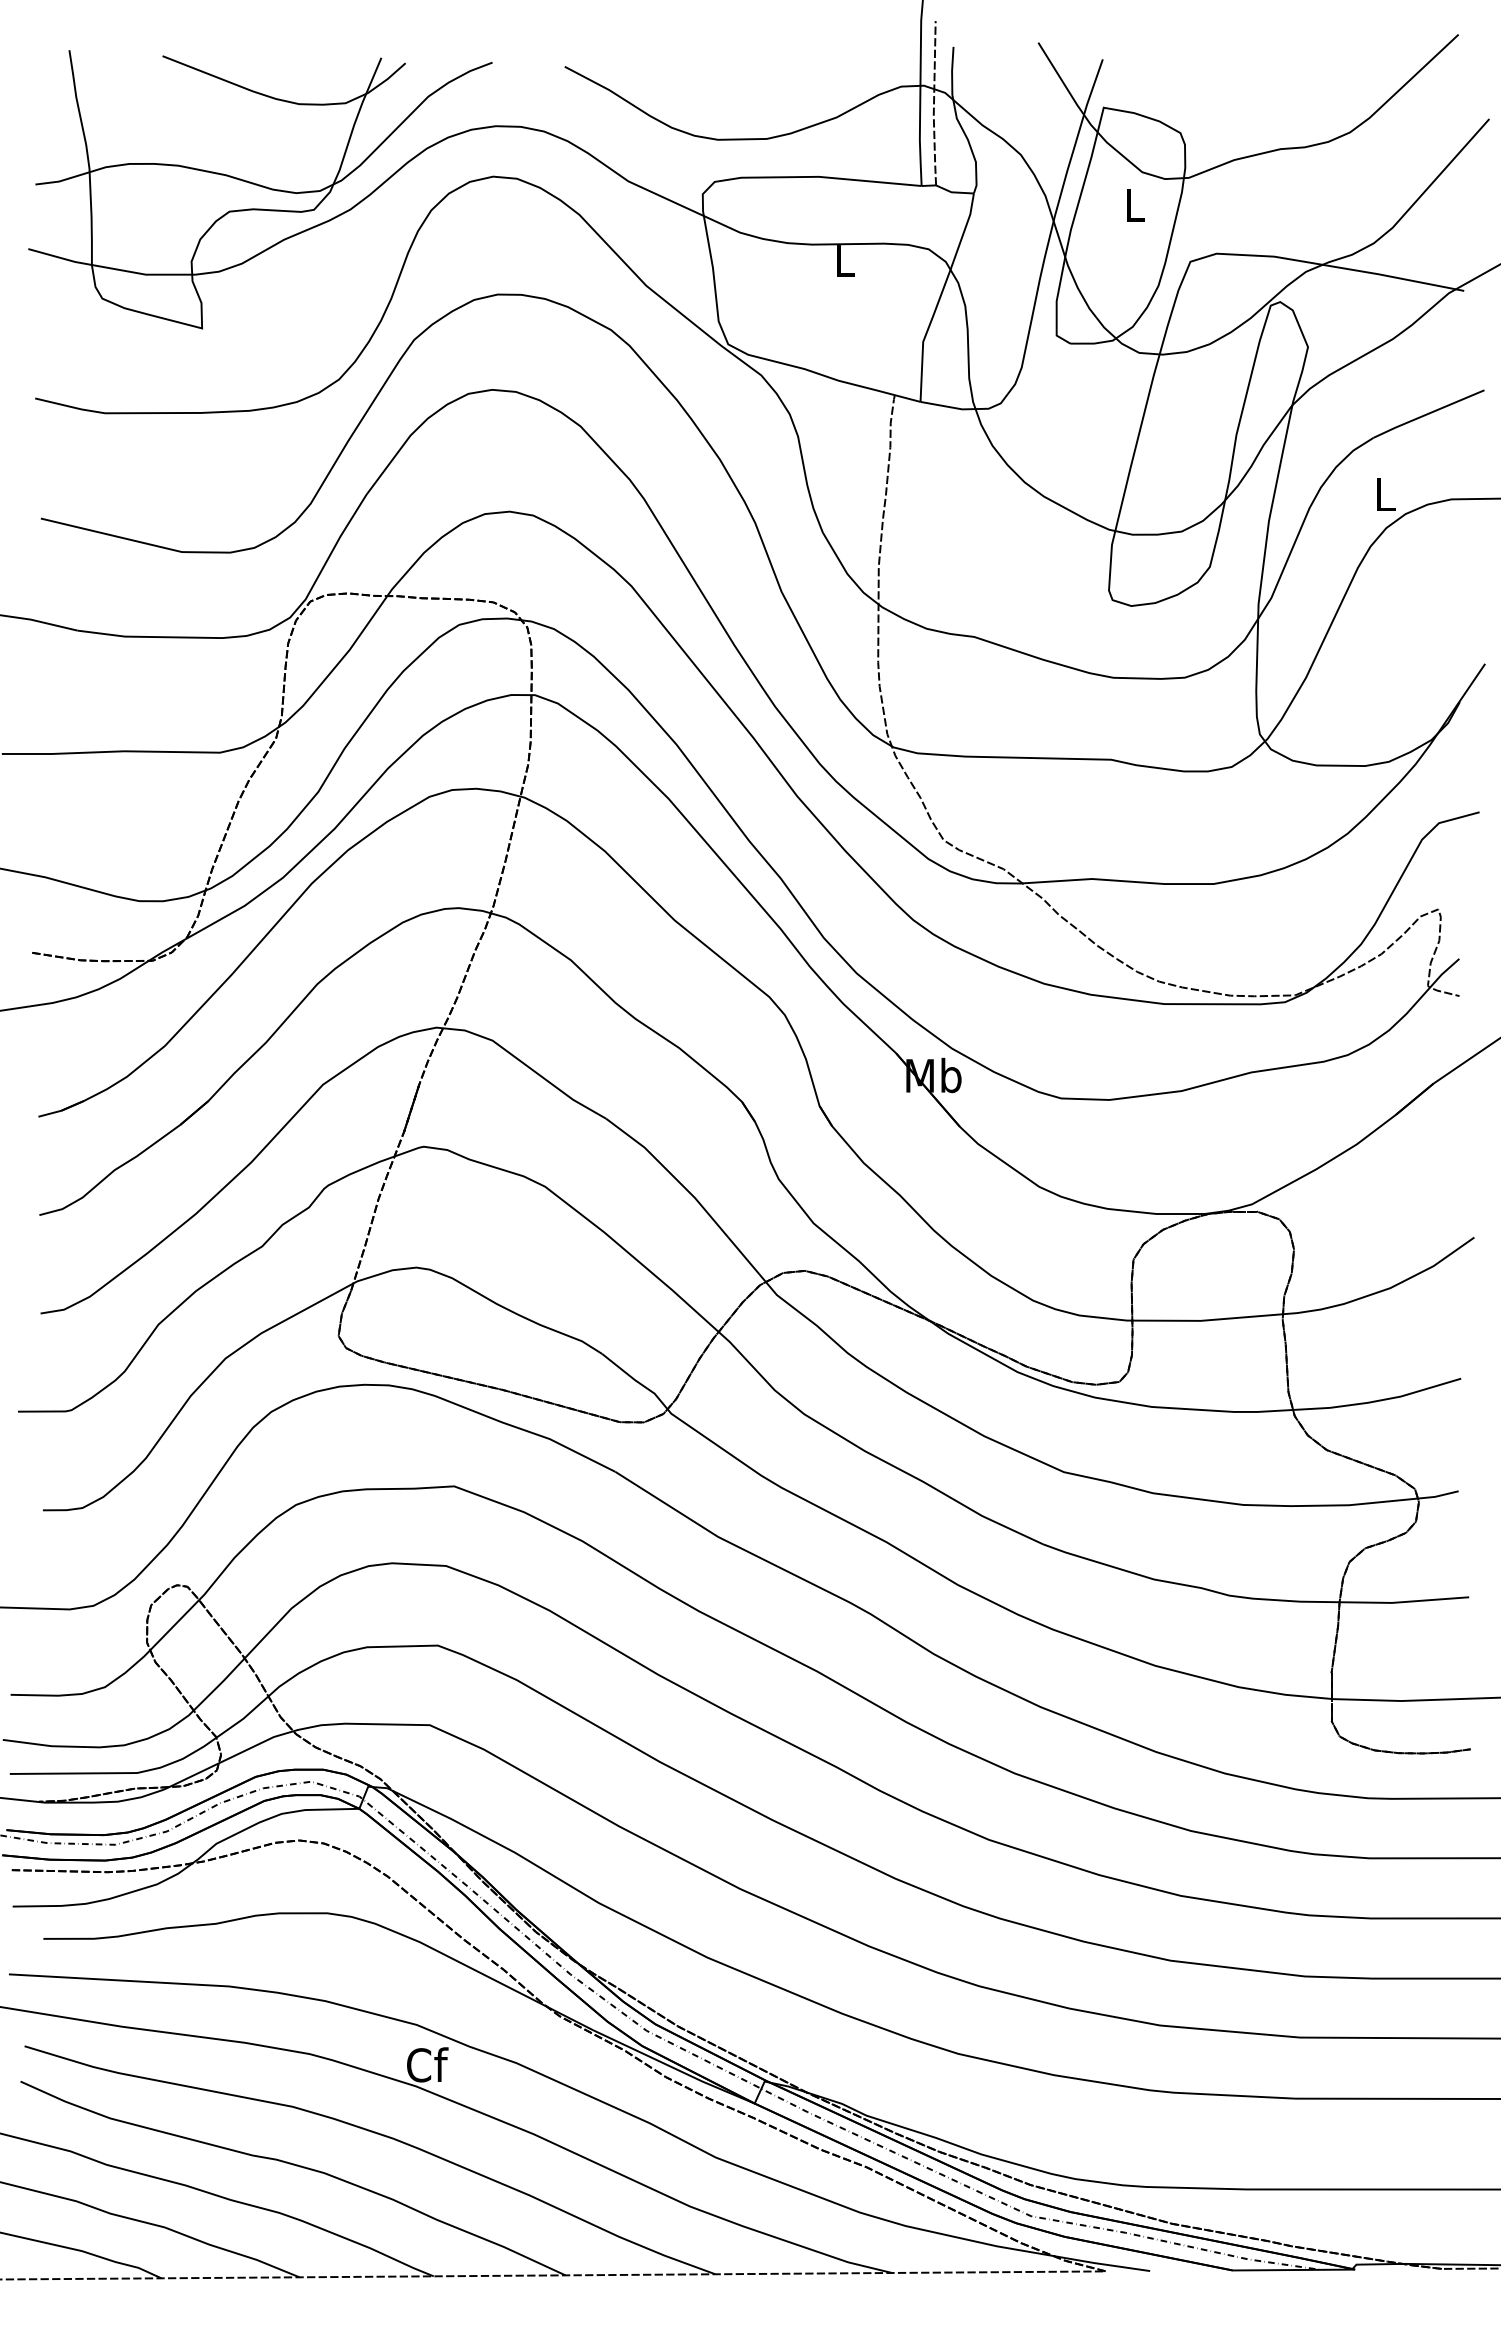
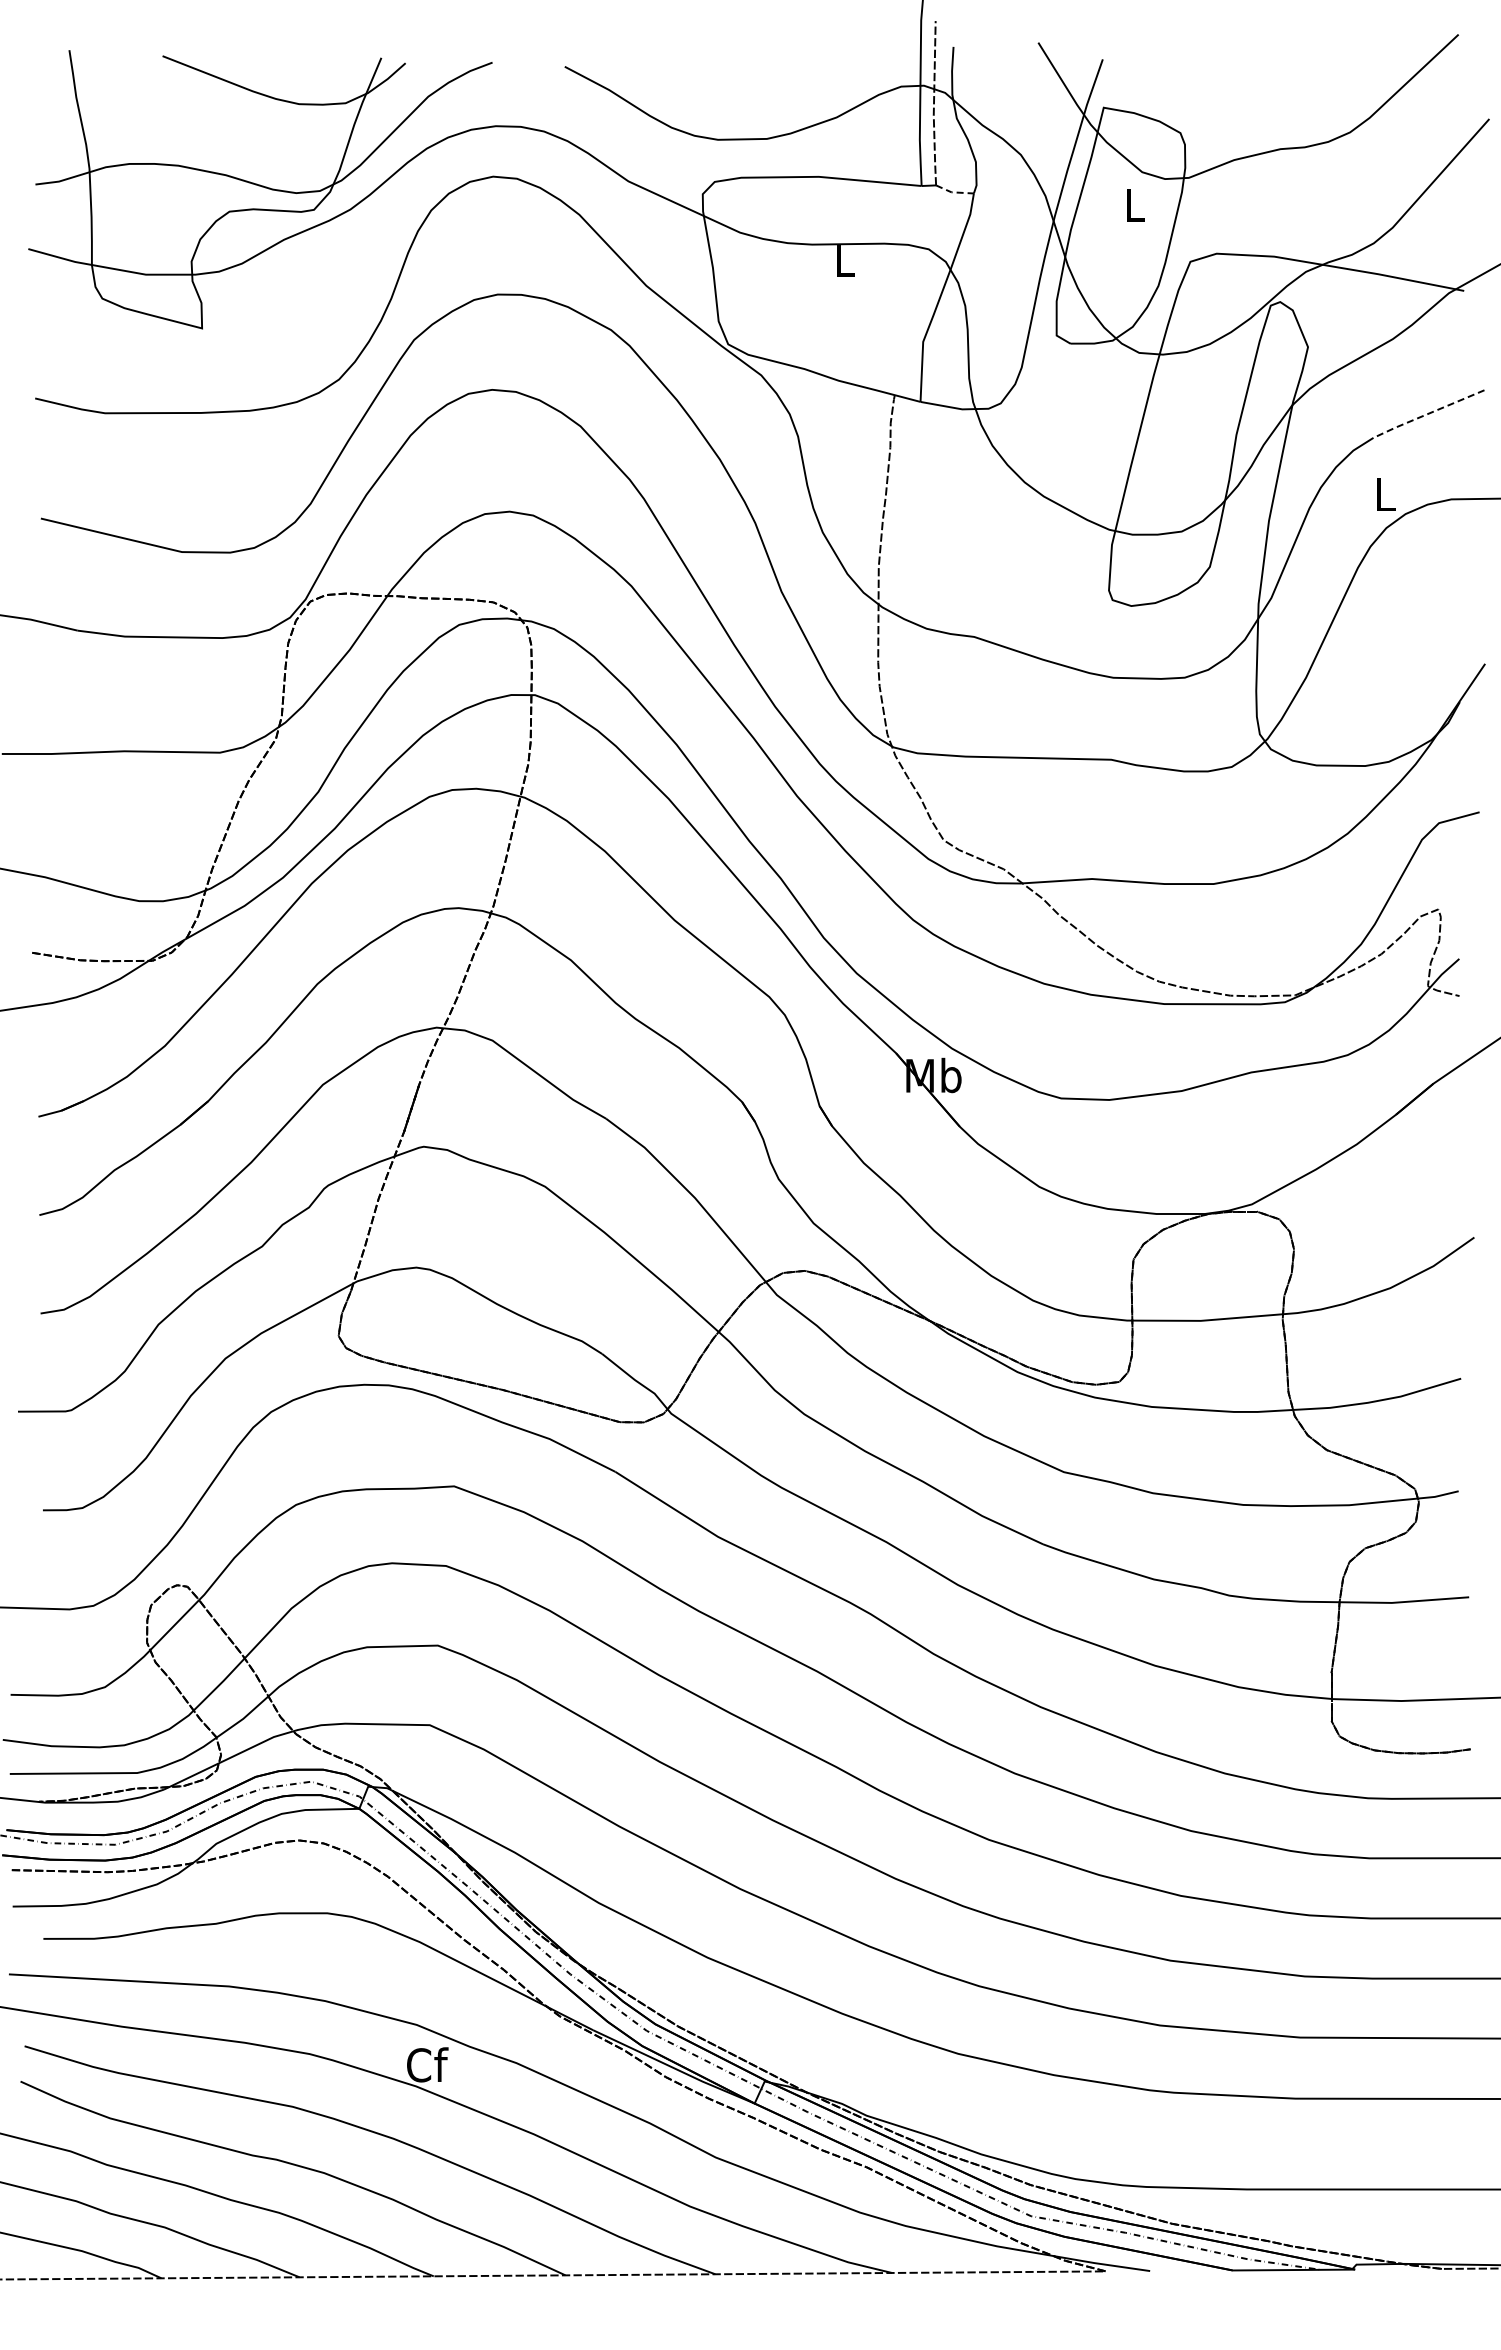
line at (954, 192): solid -> dashed
line at (1427, 414): solid -> dashed
